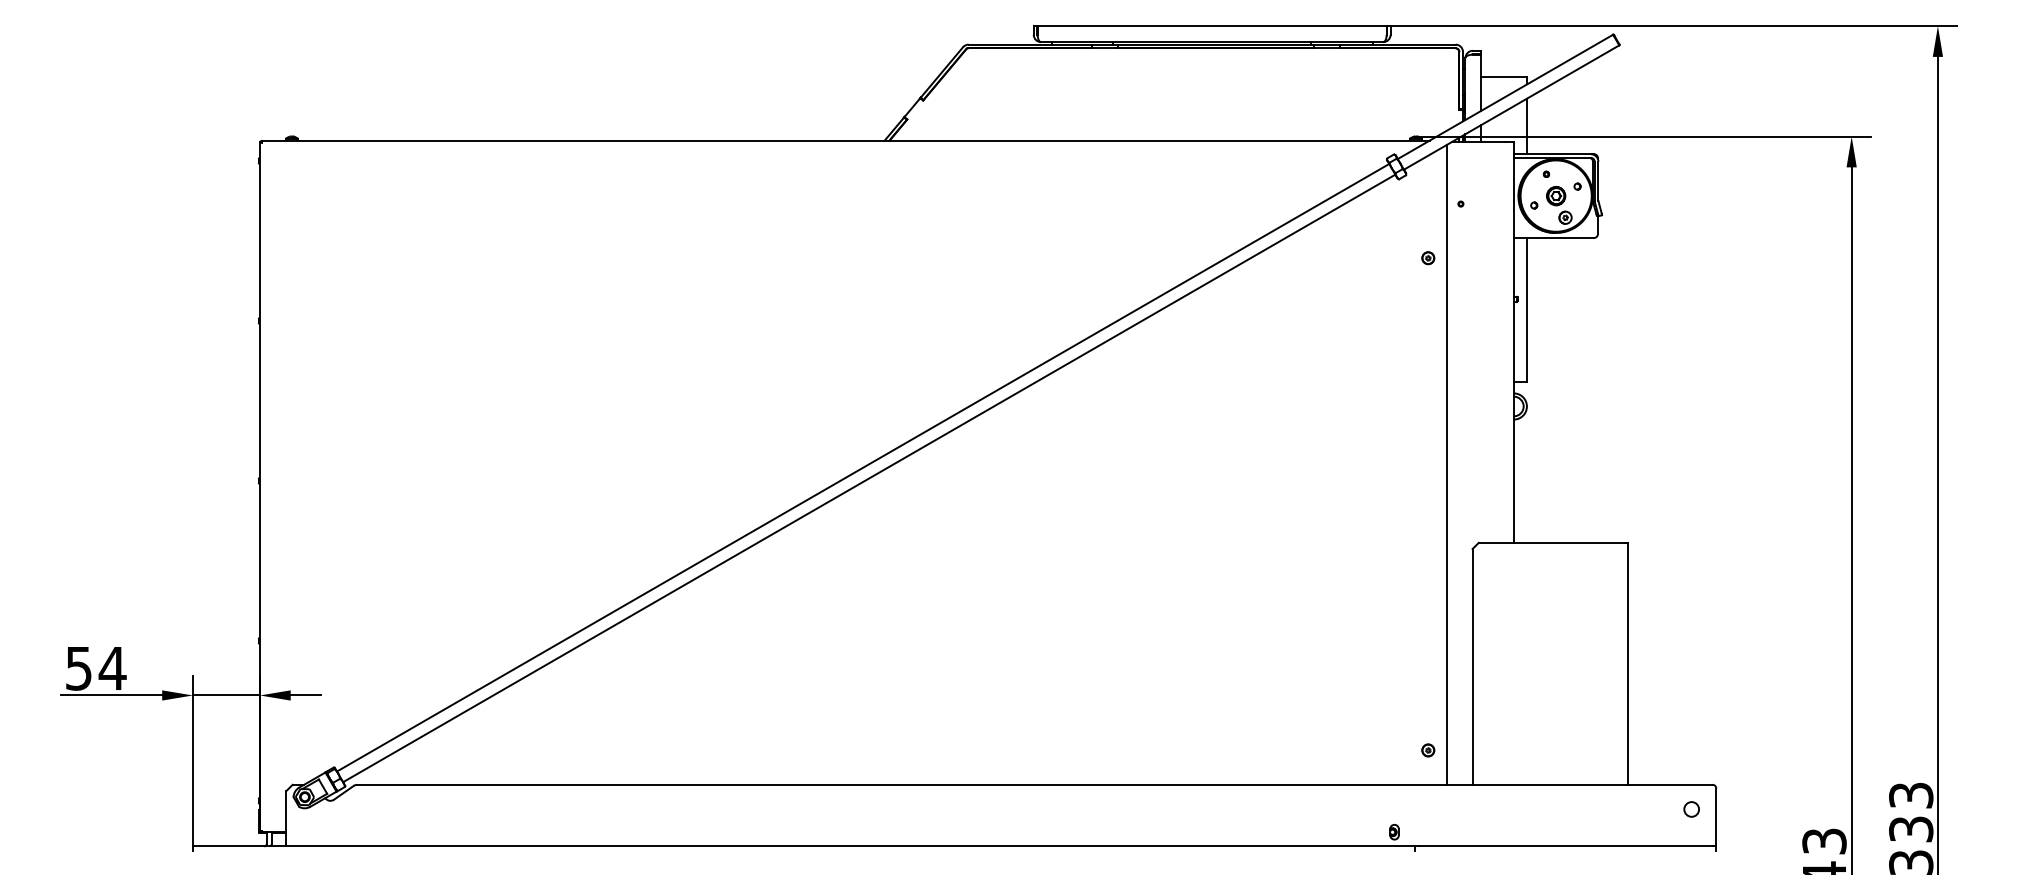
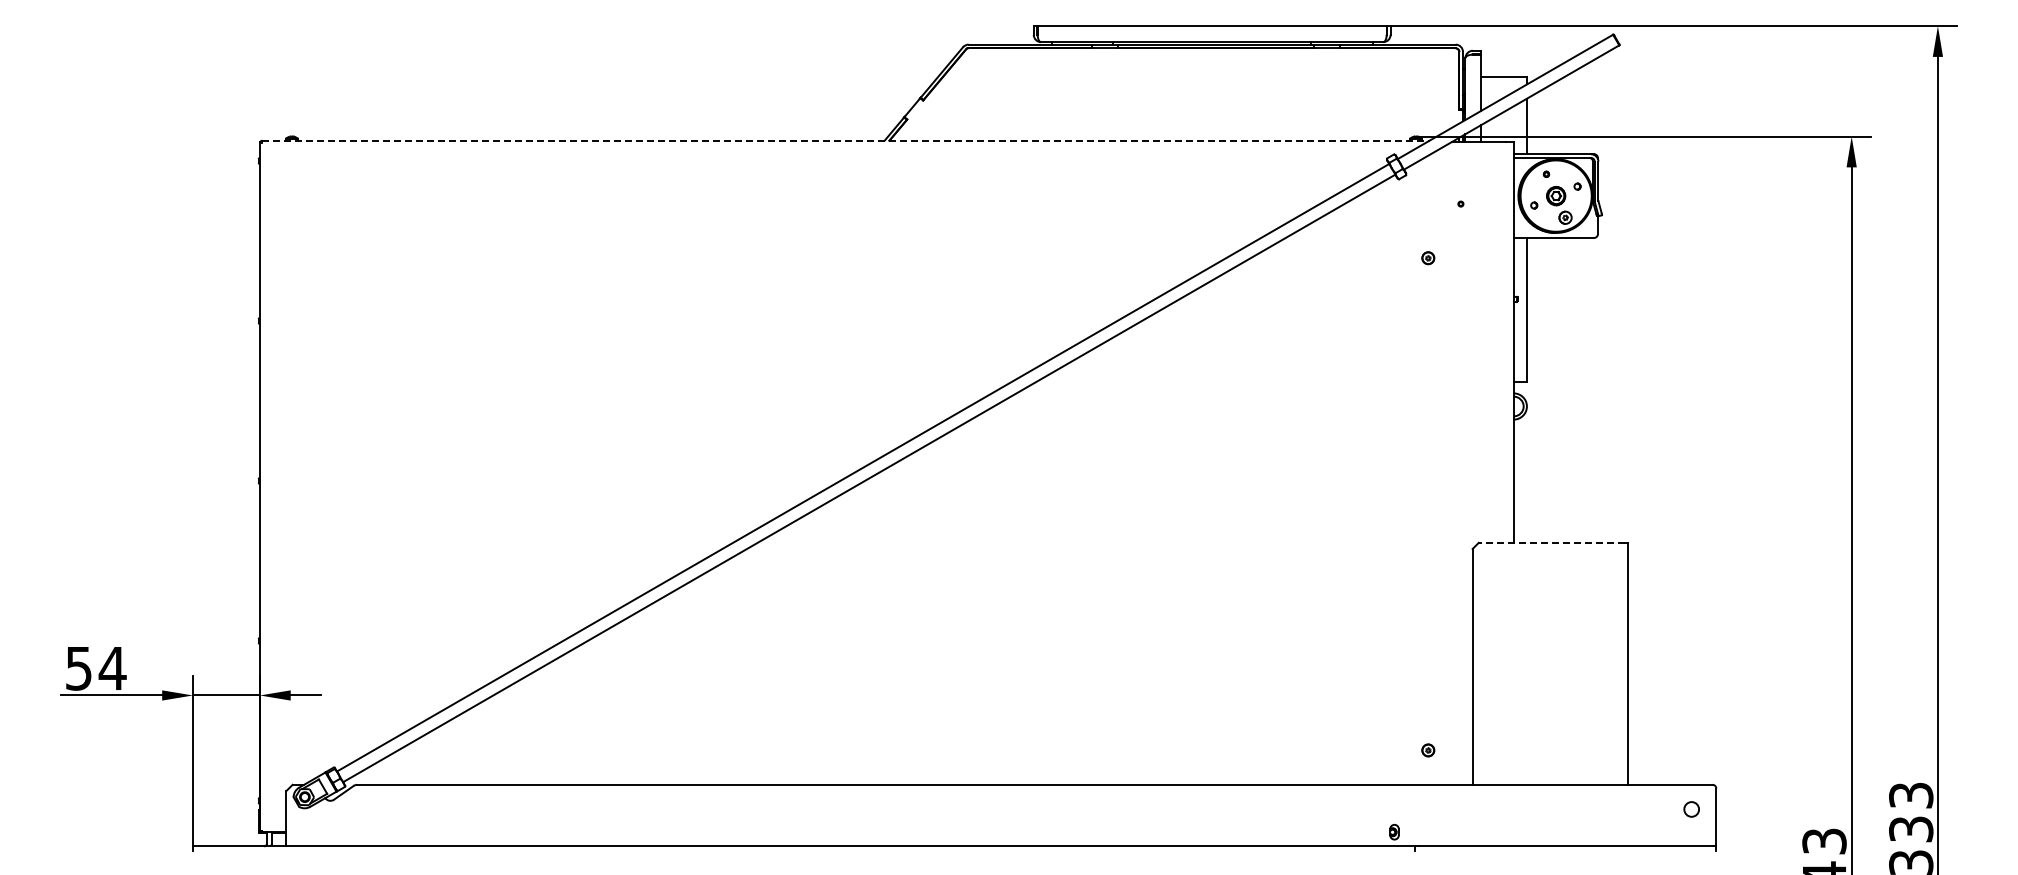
line at (845, 140): solid -> dashed
line at (1447, 464): present -> none
line at (1551, 542): solid -> dashed
